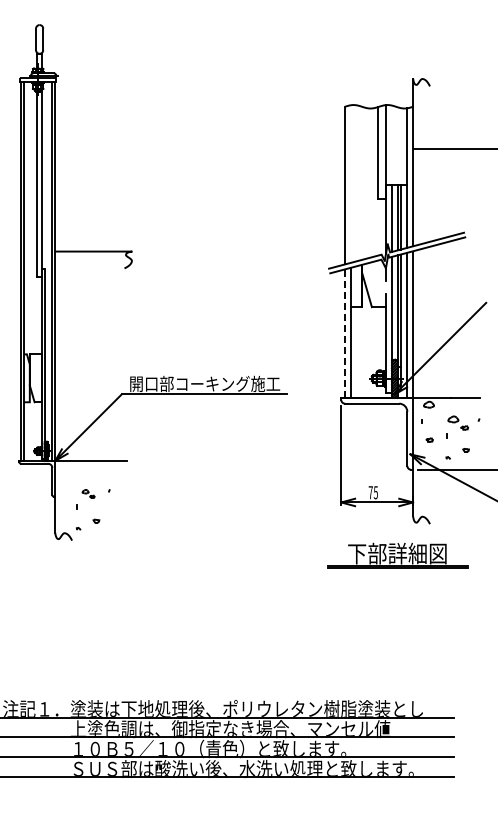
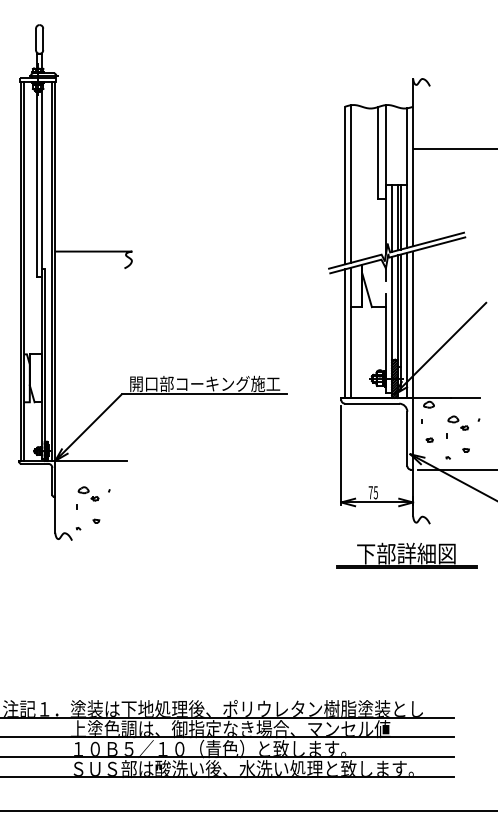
line at (350, 183): none -> present
line at (345, 333): dashed -> solid
part at (88, 493) size: 15x10 px -> 23x16 px
part at (397, 555) position: (397, 555) -> (406, 555)
line at (248, 810): none -> present
